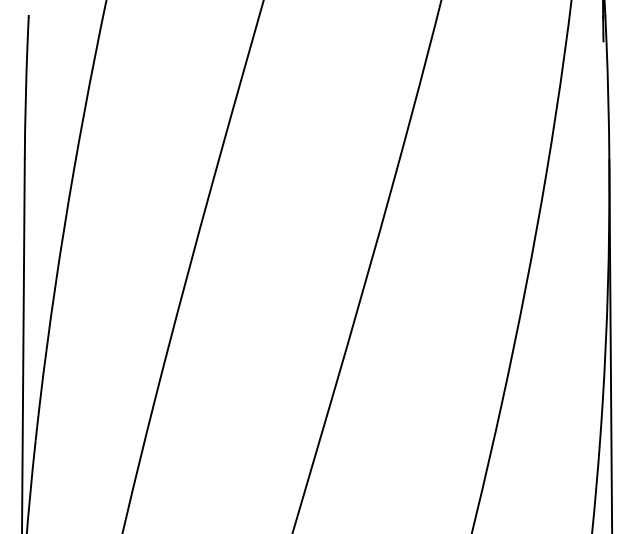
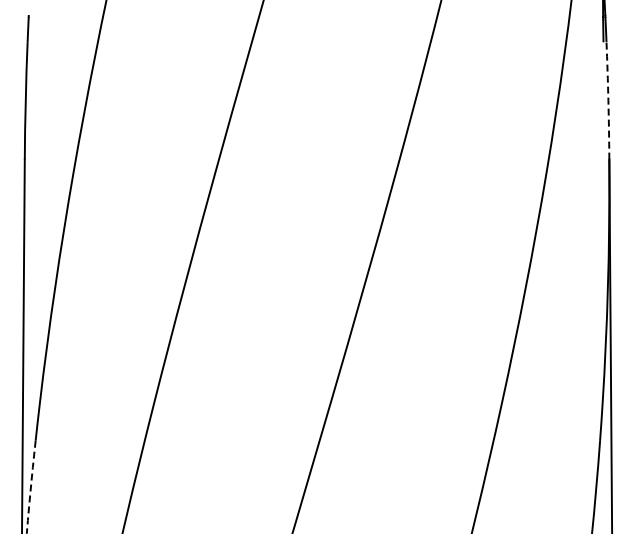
arc at (608, 100): solid -> dashed
arc at (30, 487): solid -> dashed
